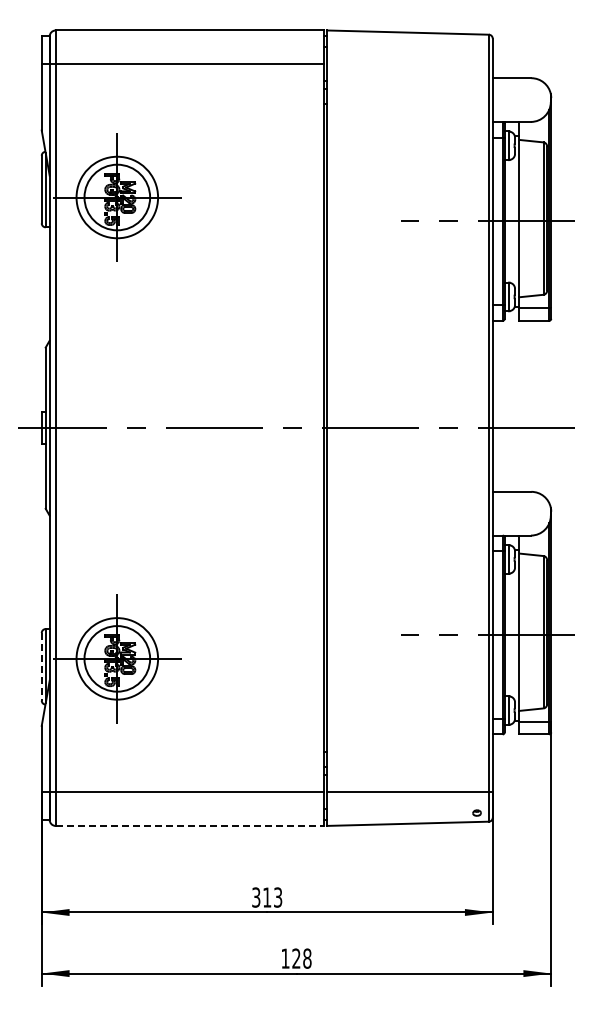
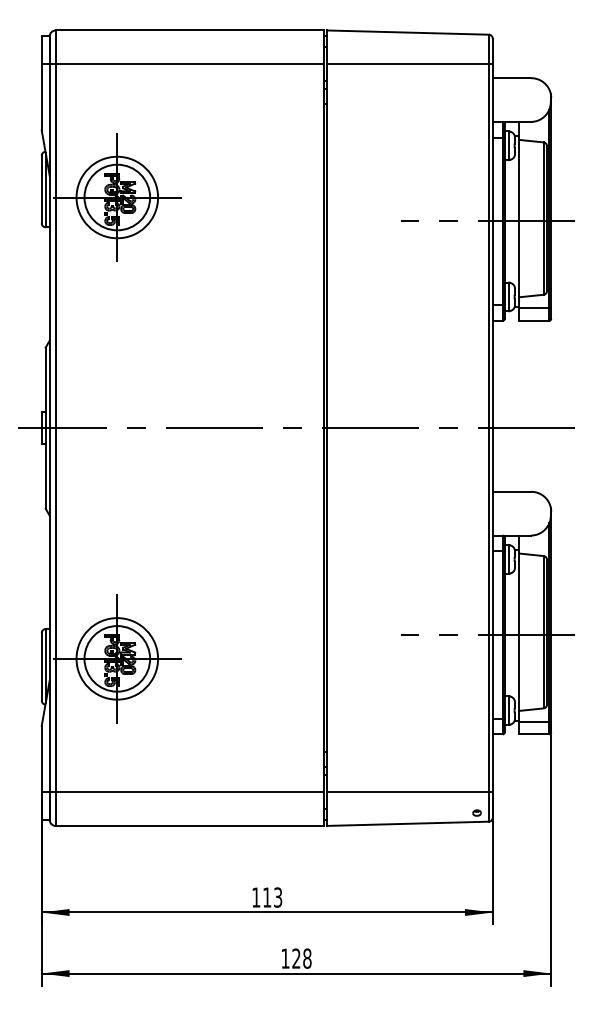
line at (409, 64): none -> present
line at (41, 666): dashed -> solid
line at (190, 825): dashed -> solid
text at (256, 897): 313 -> 113
